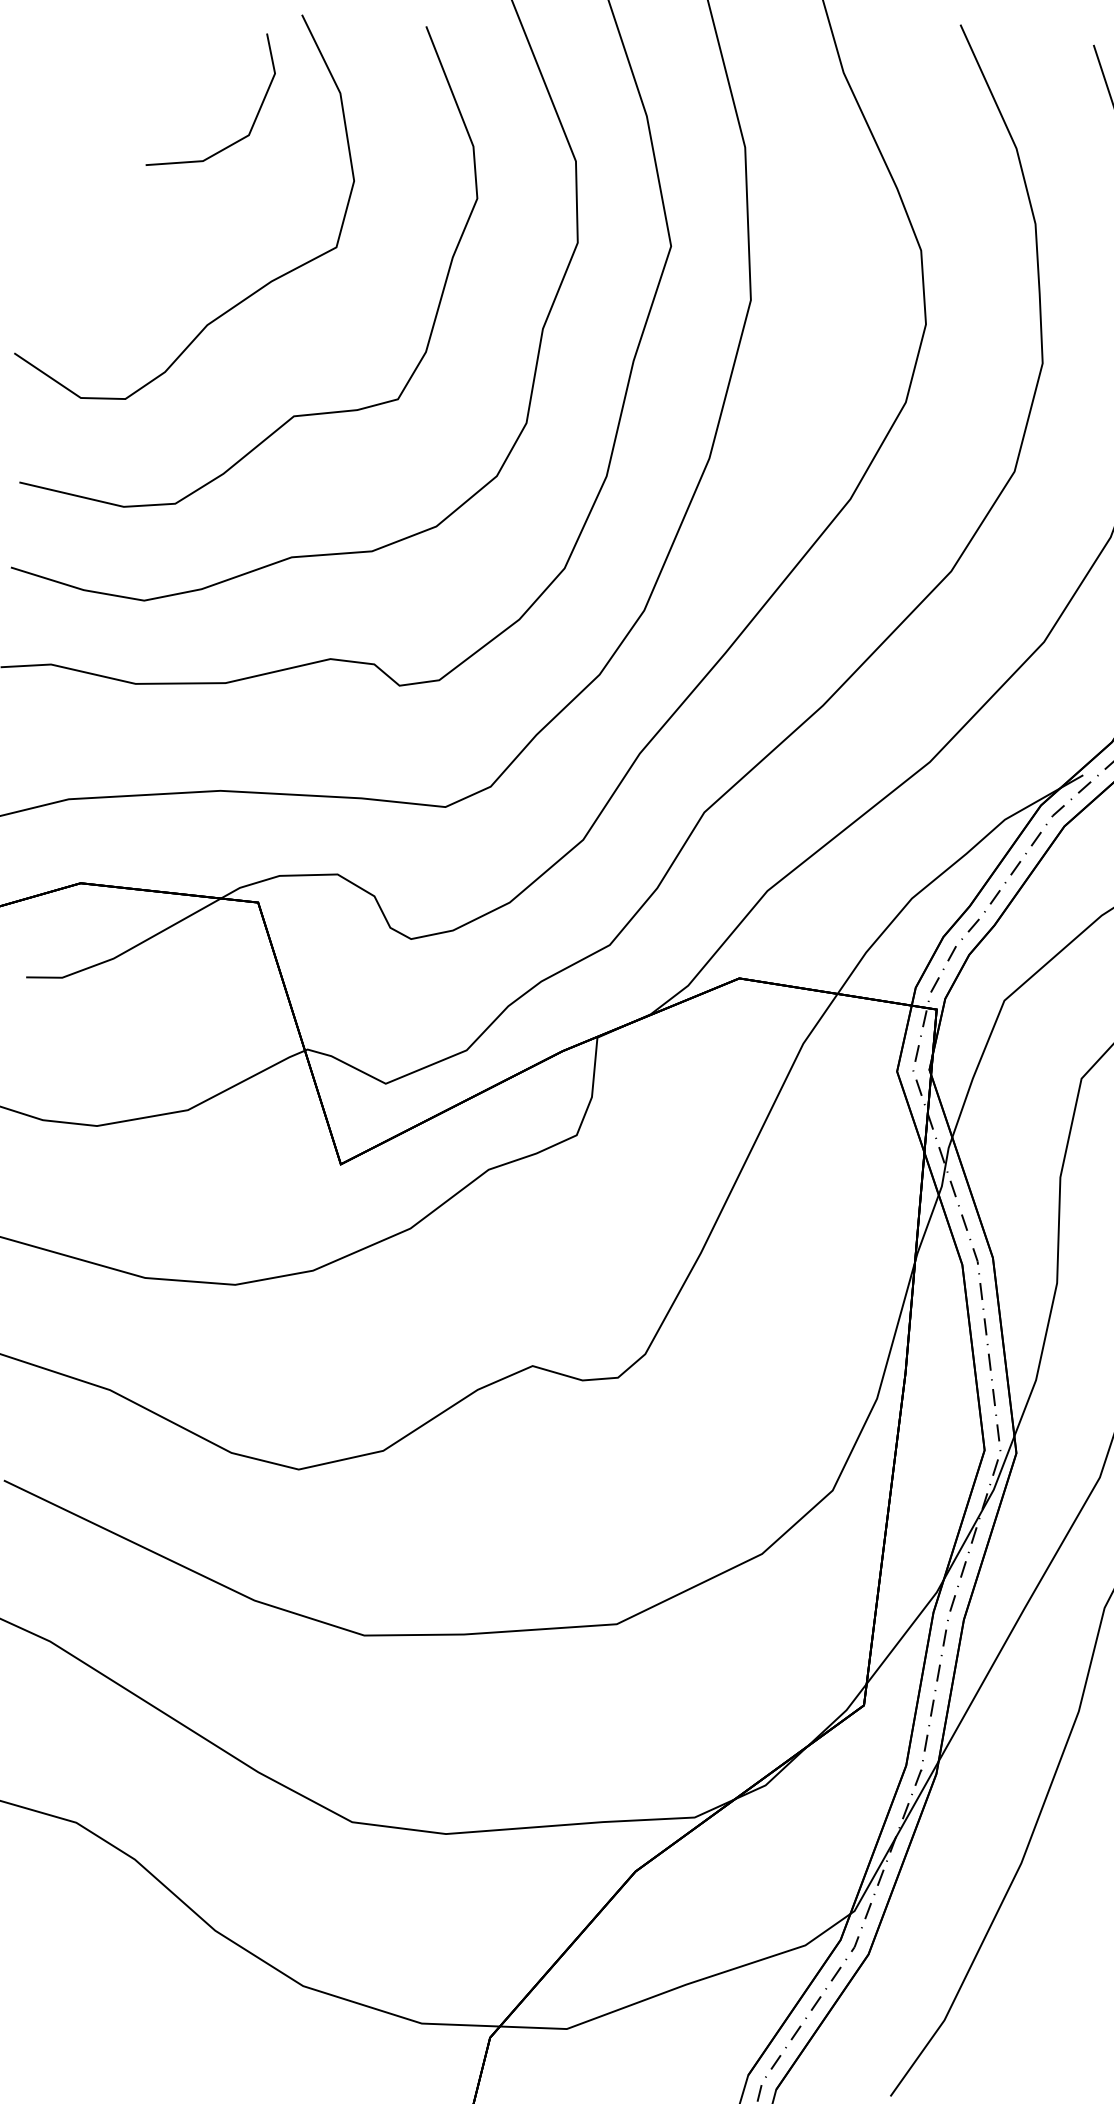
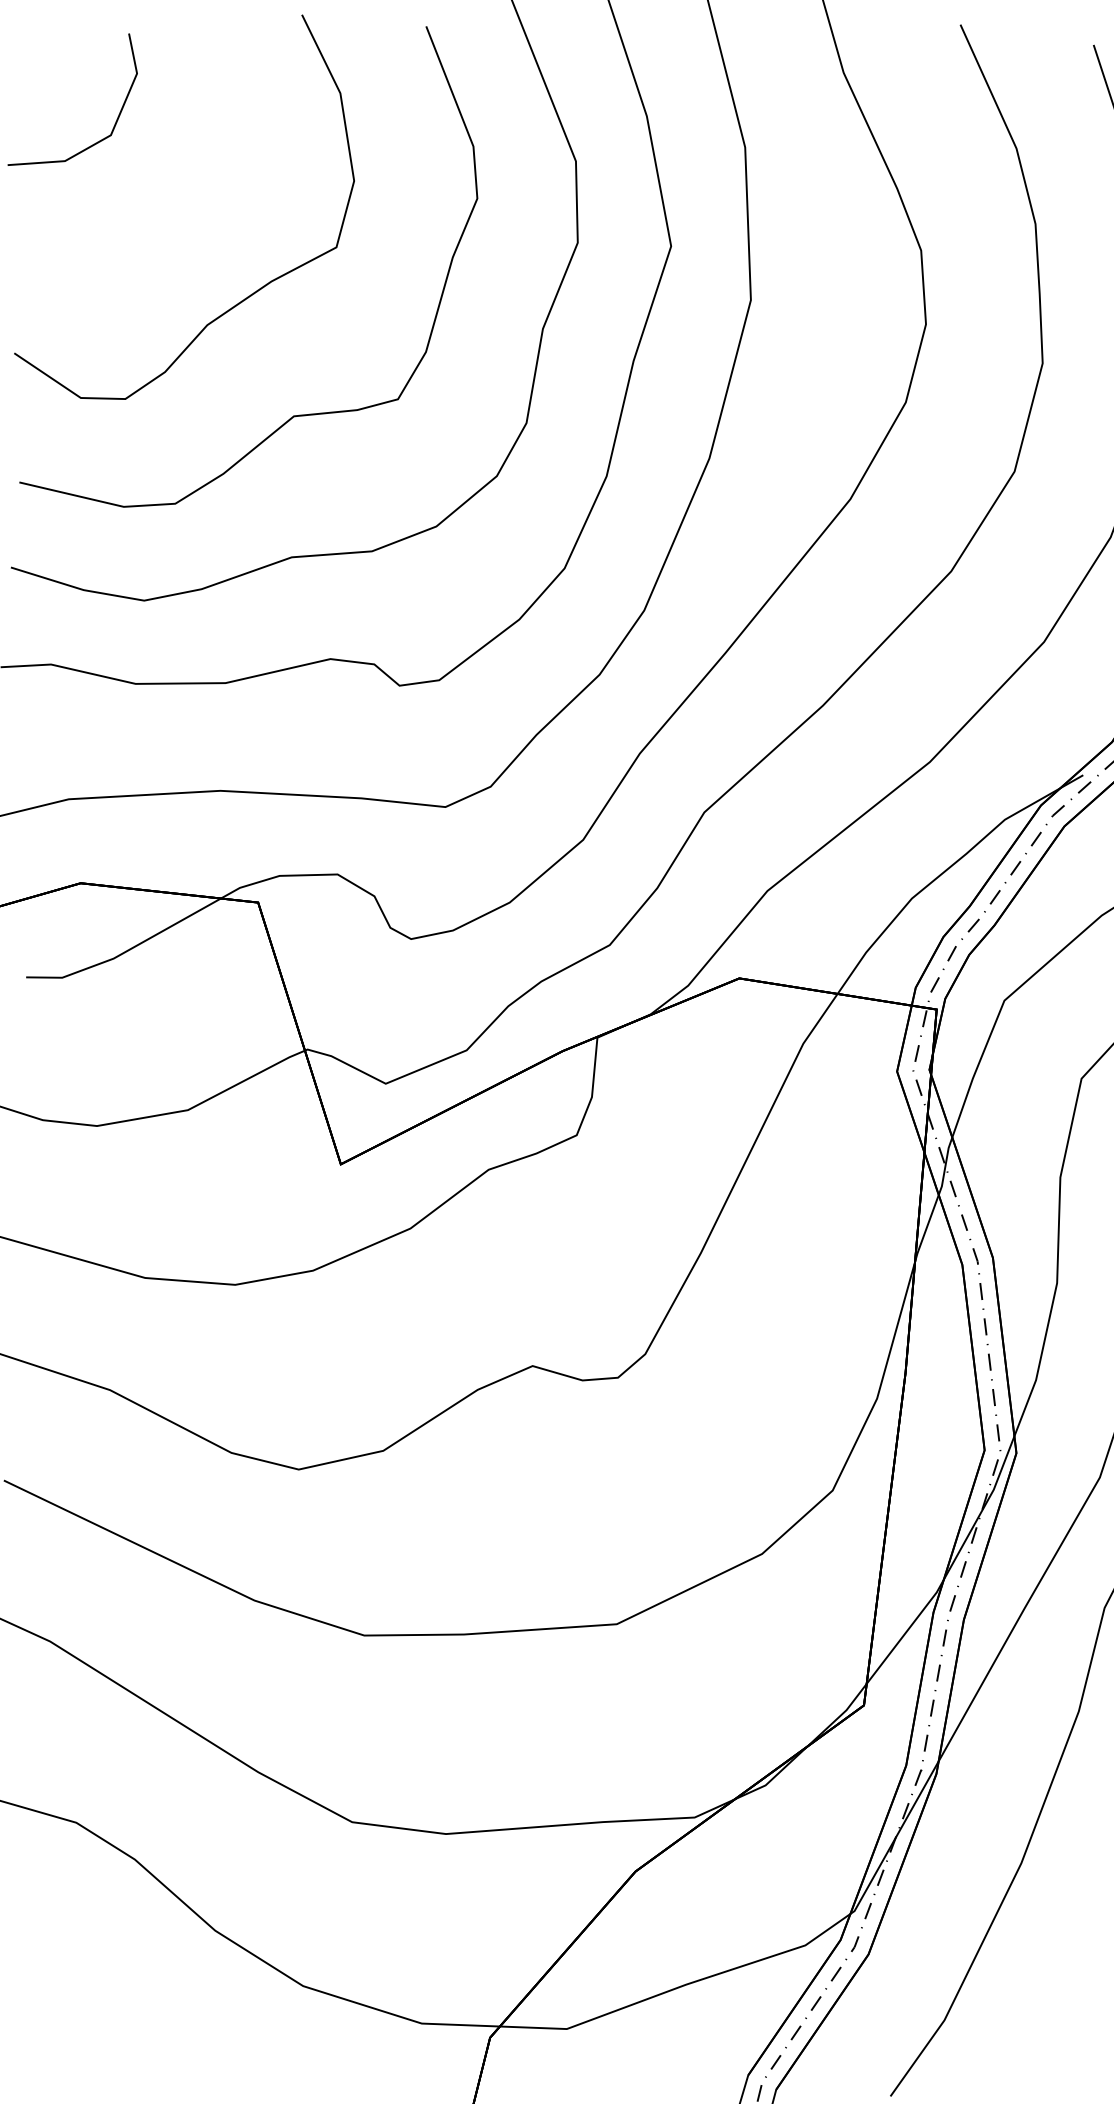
line at (255, 116) position: (255, 116) -> (117, 116)
